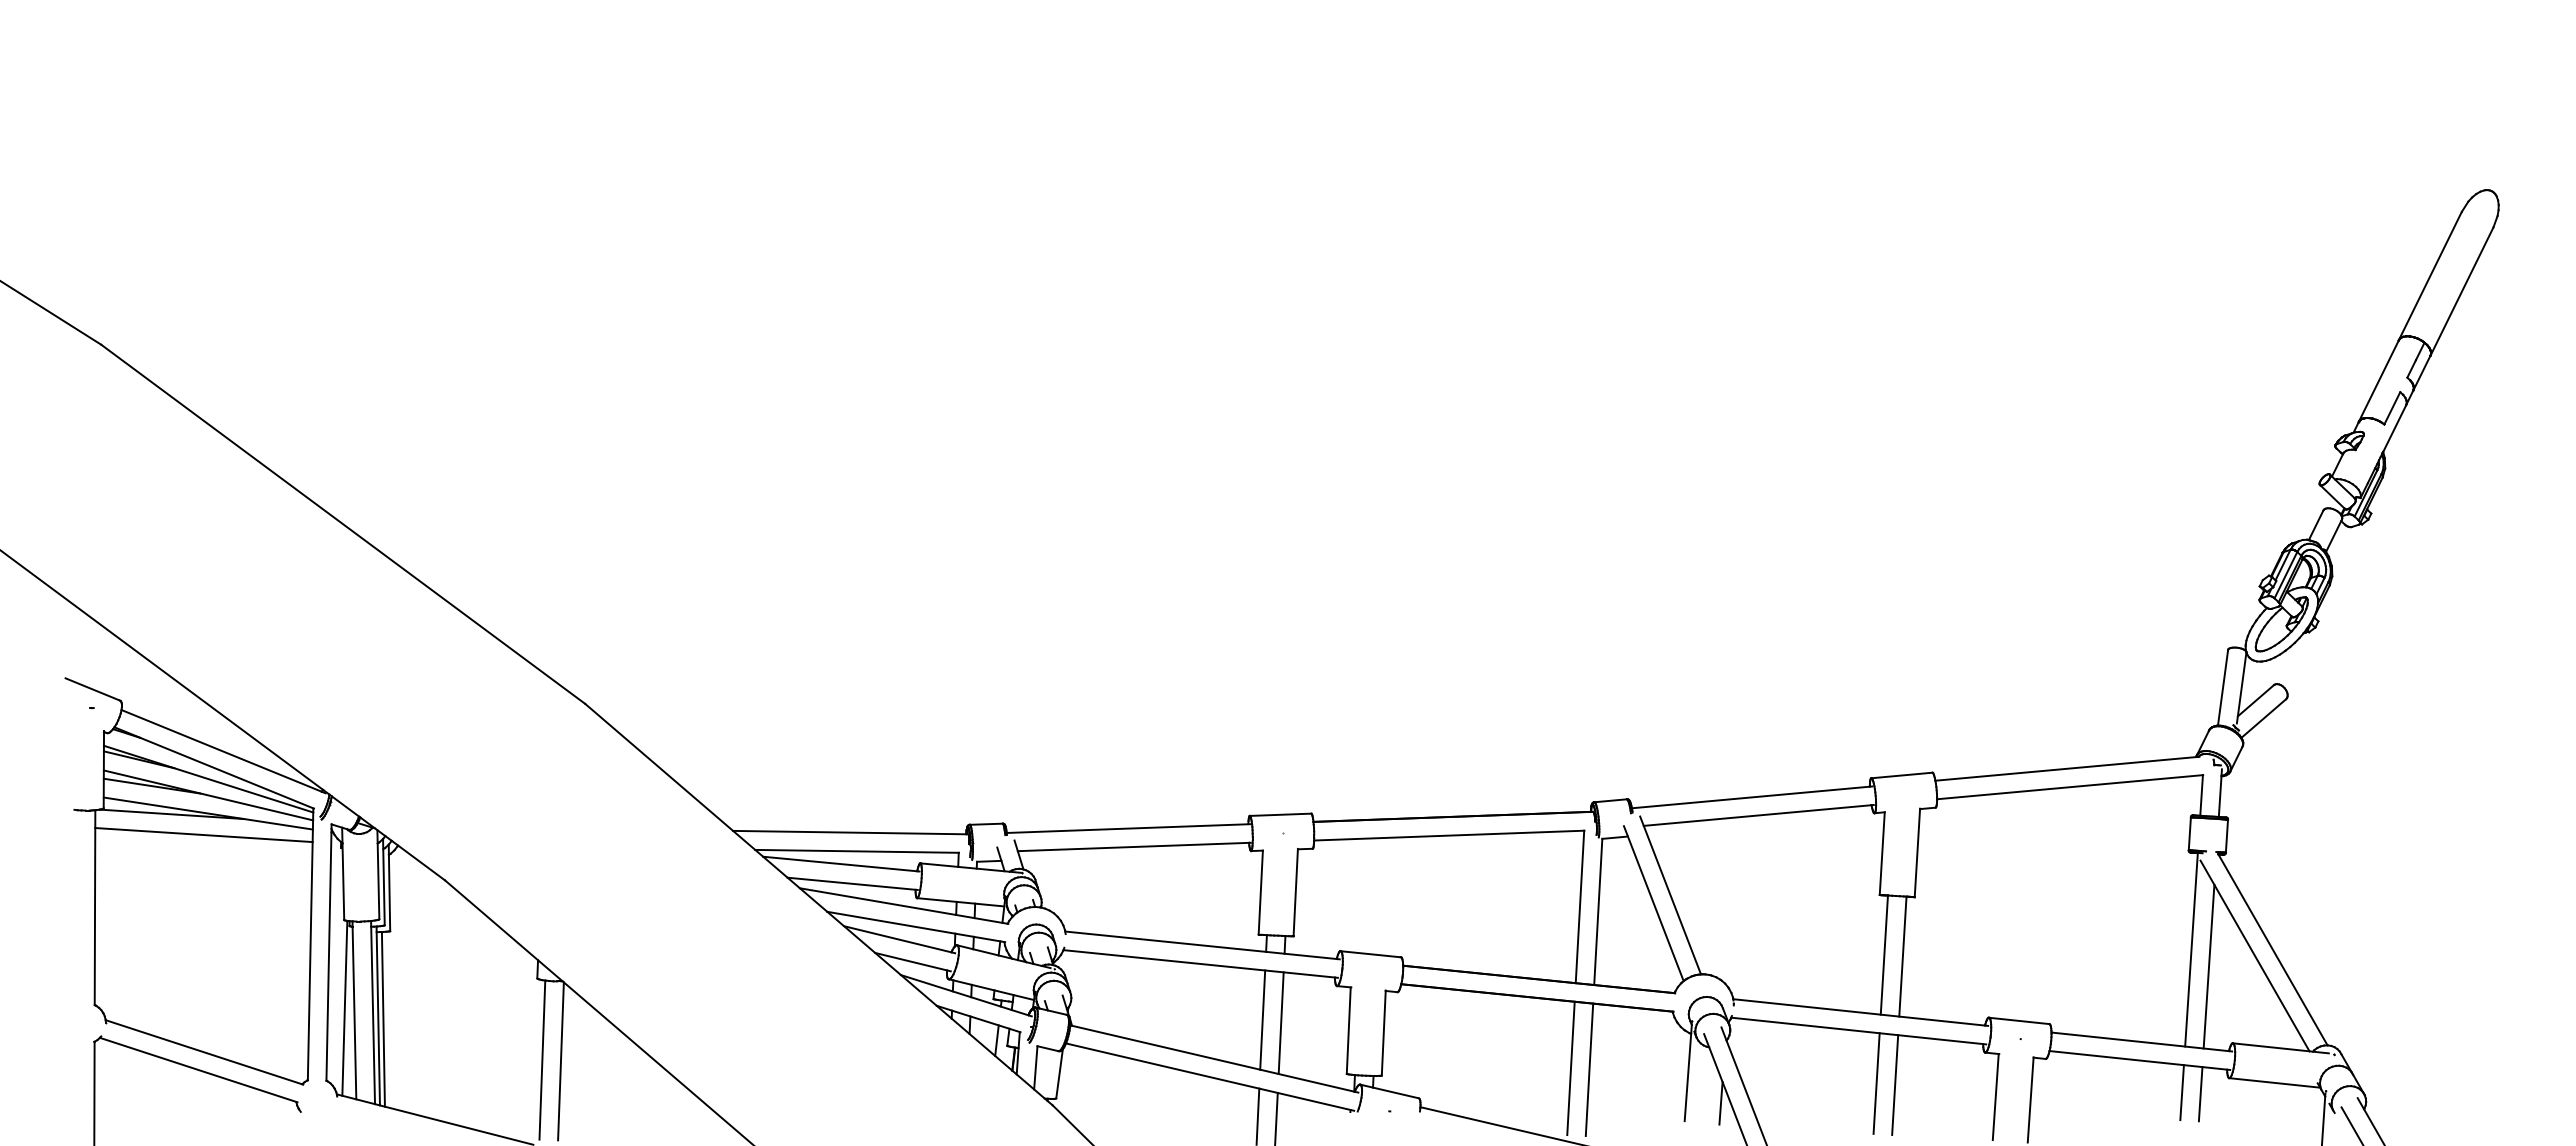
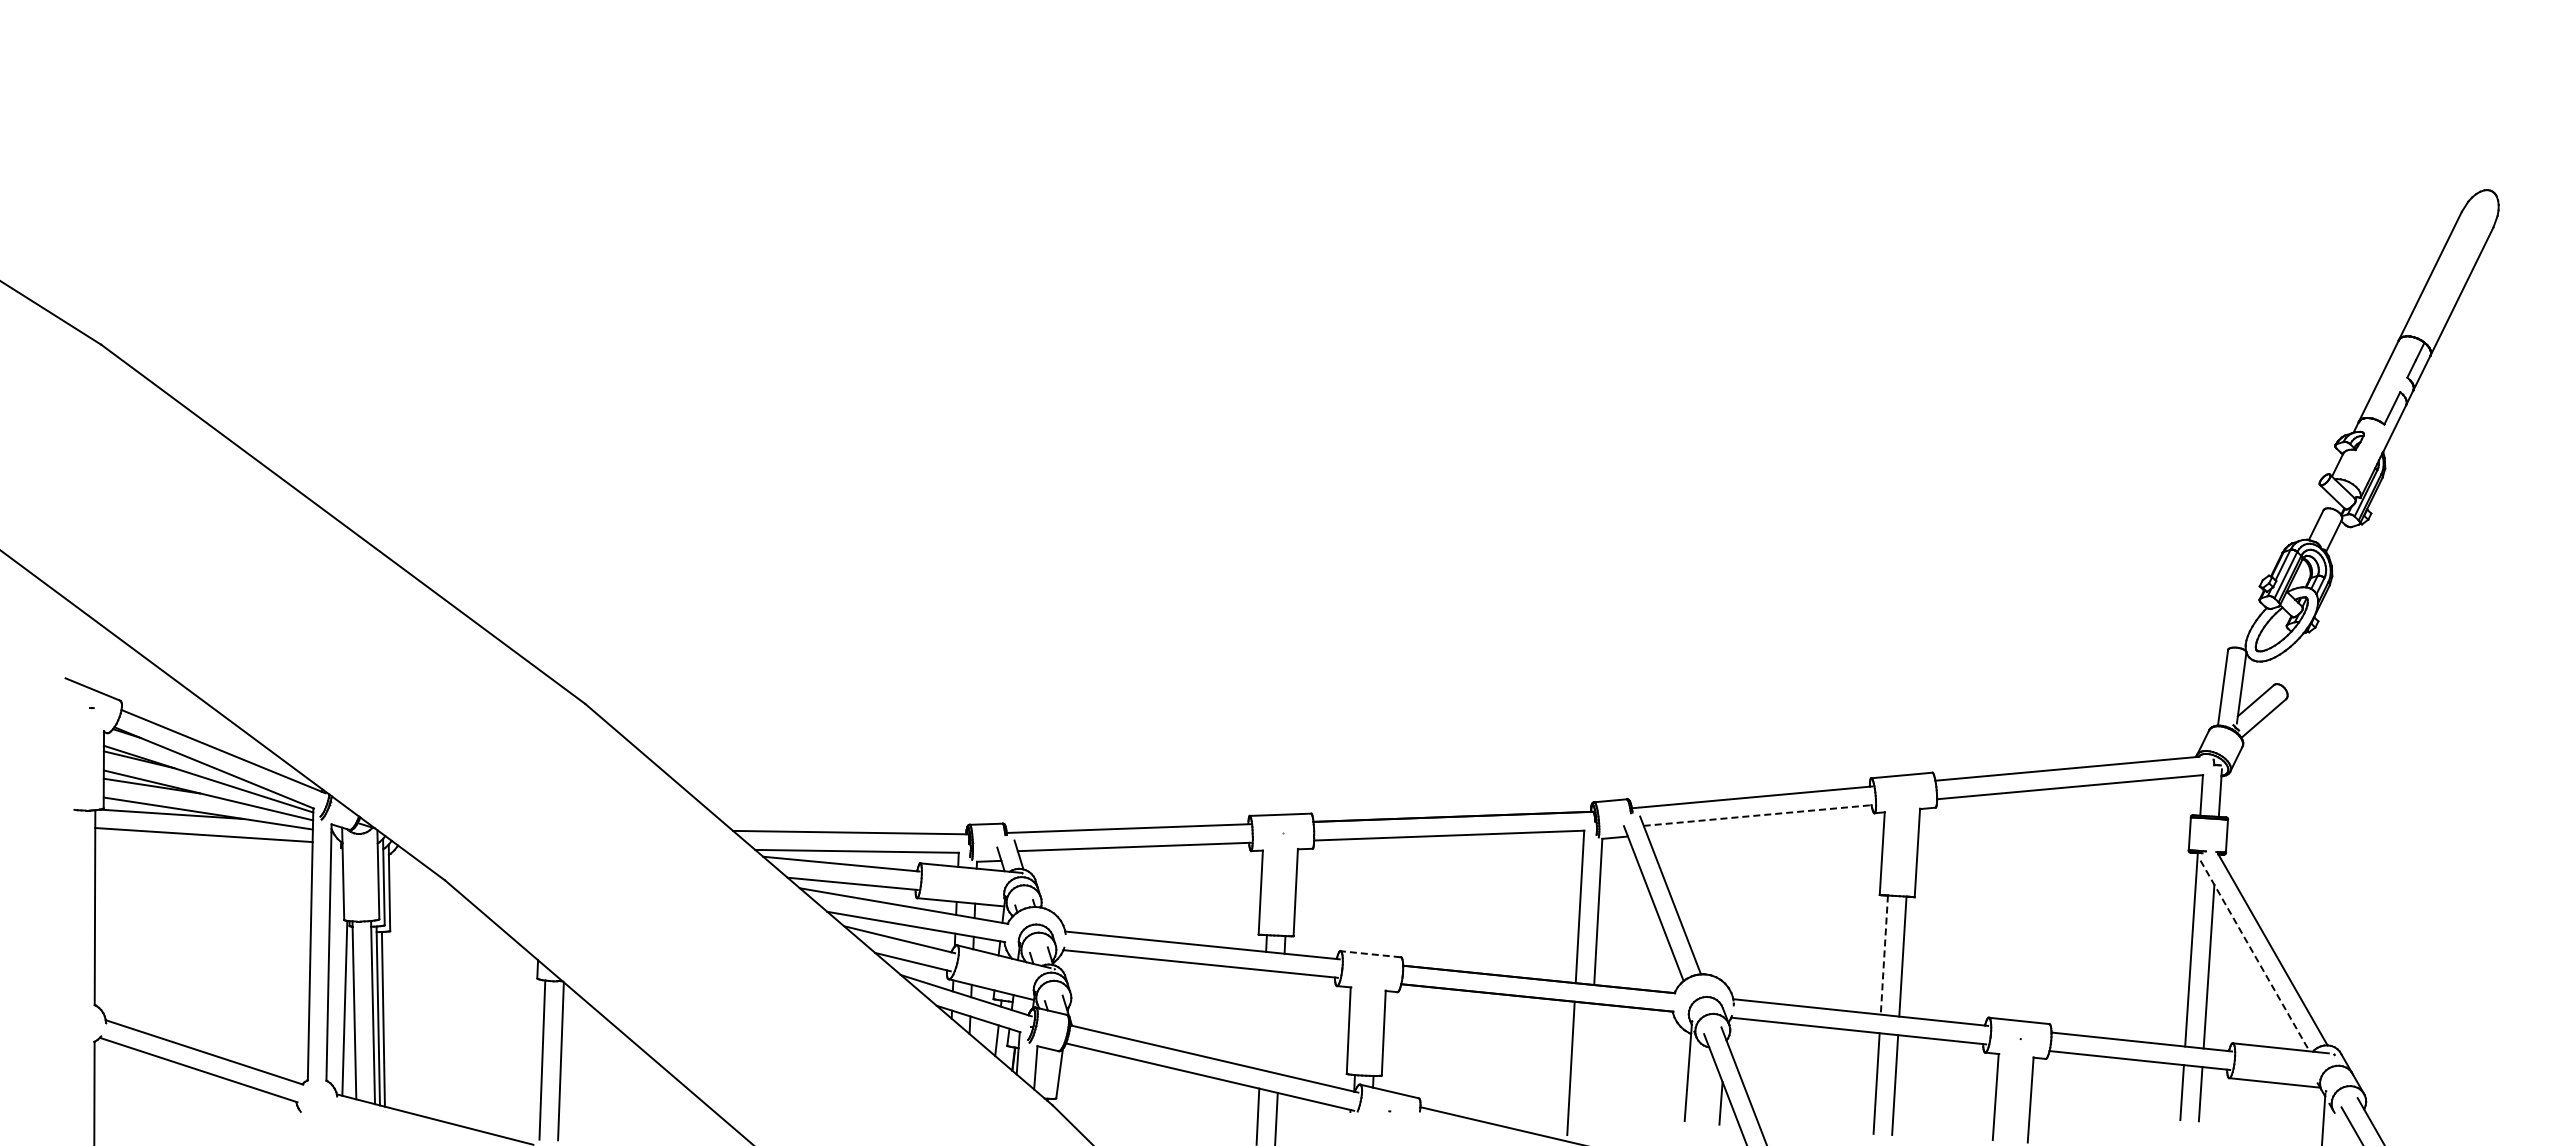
line at (1759, 815): solid -> dashed
line at (1369, 954): solid -> dashed
line at (1884, 955): solid -> dashed
line at (2255, 955): solid -> dashed
line at (1262, 1019): present -> none
line at (1280, 1023): present -> none
line at (1589, 1069): present -> none
